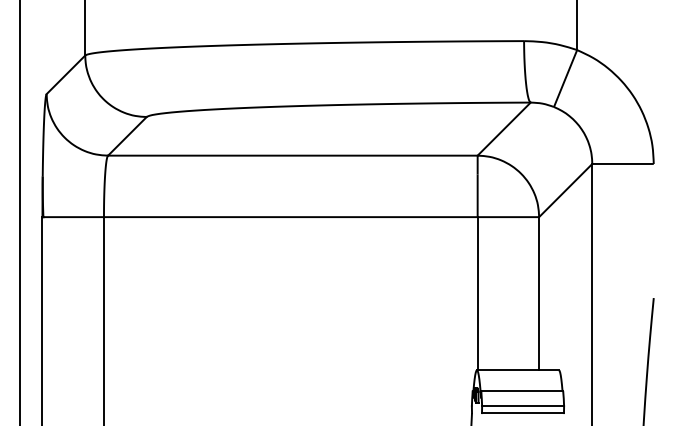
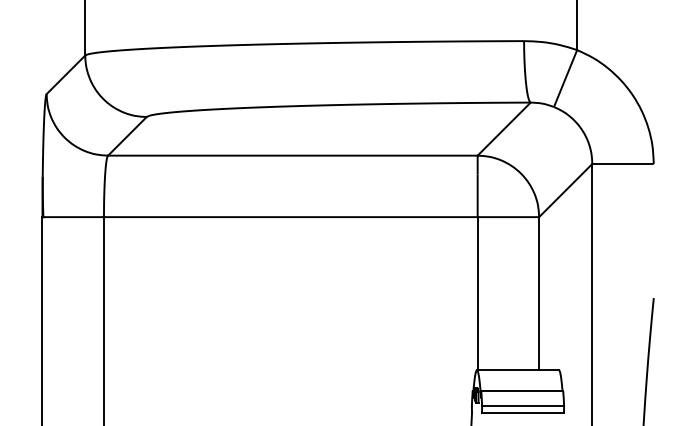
line at (20, 212): present -> none
